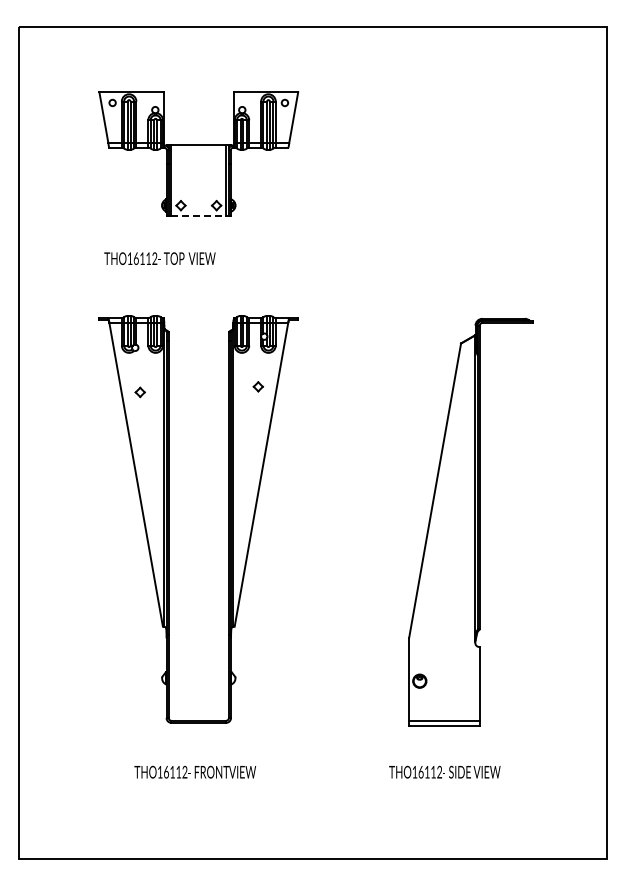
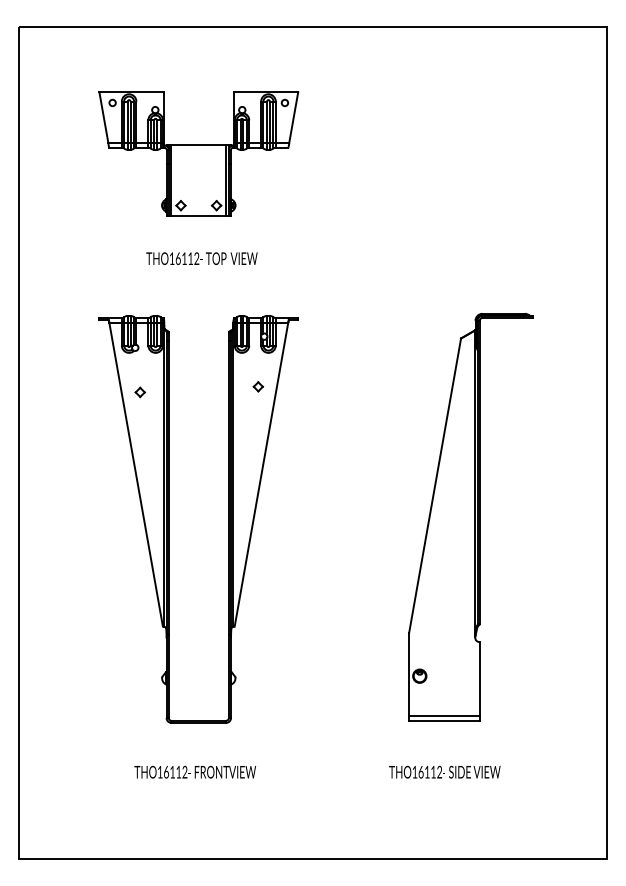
line at (199, 216): dashed -> solid
text at (159, 258) position: (159, 258) -> (201, 258)
part at (470, 522) position: (470, 522) -> (470, 517)
